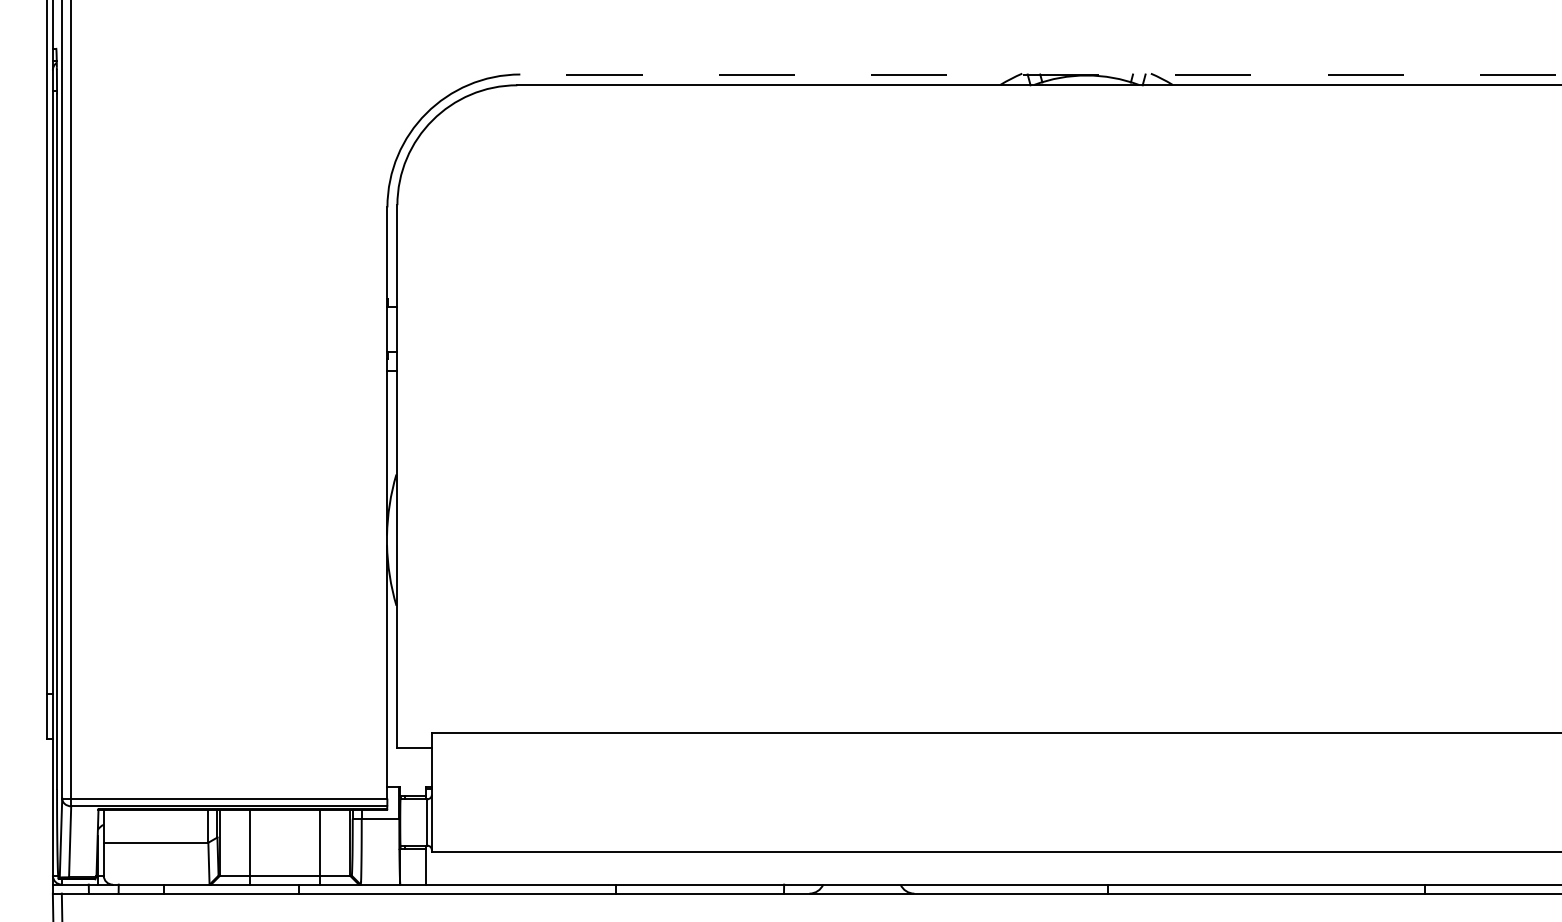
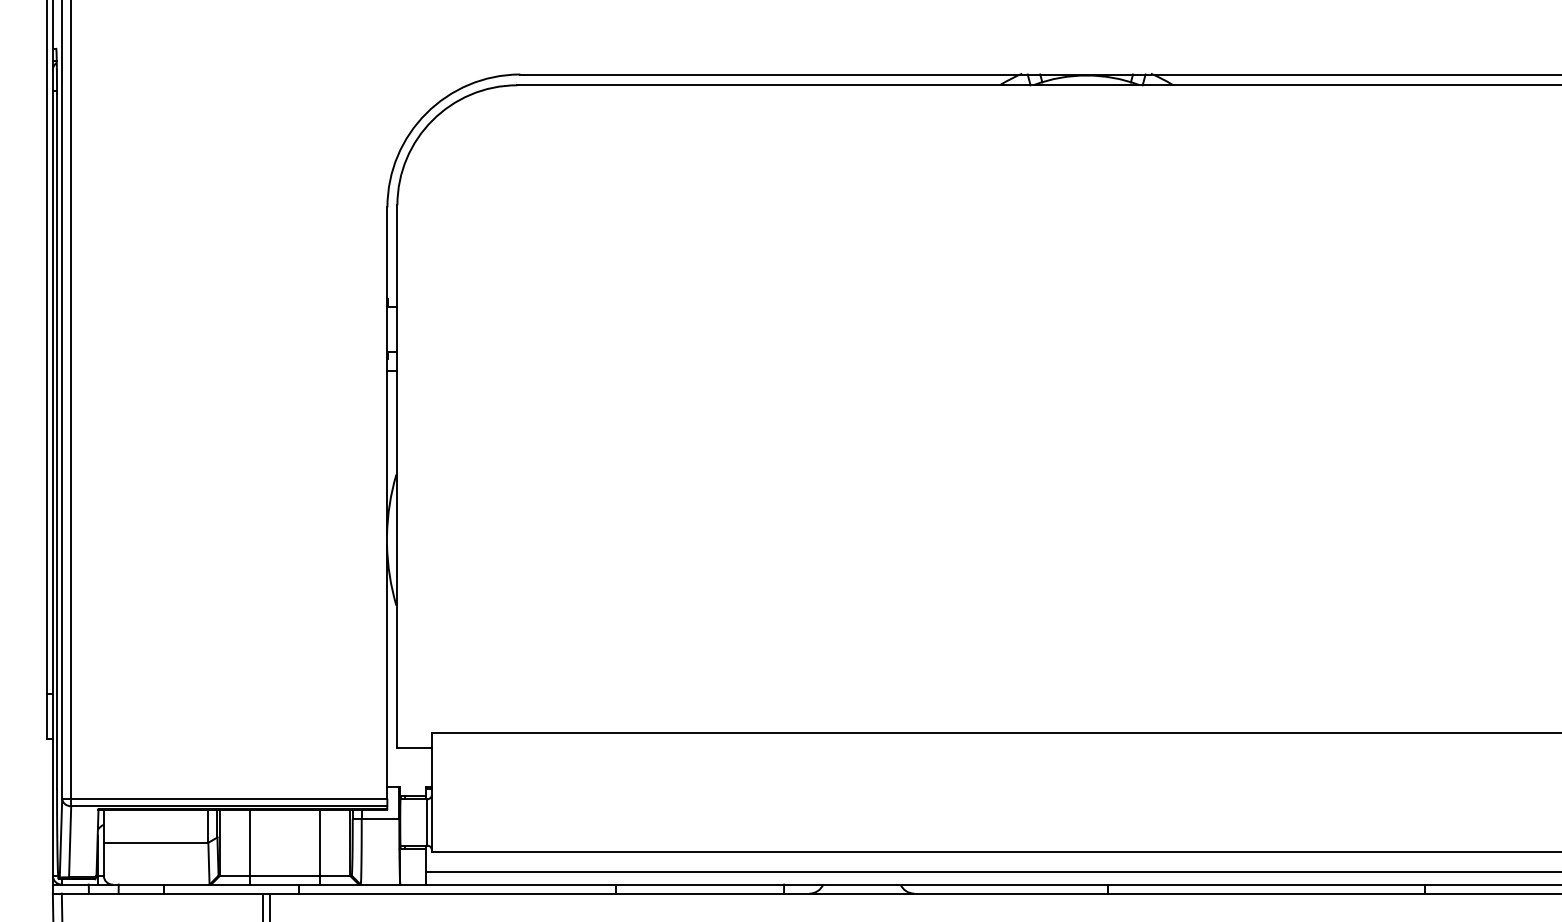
line at (1041, 74): dashed -> solid
line at (991, 872): none -> present
line at (262, 905): none -> present
line at (270, 905): none -> present
